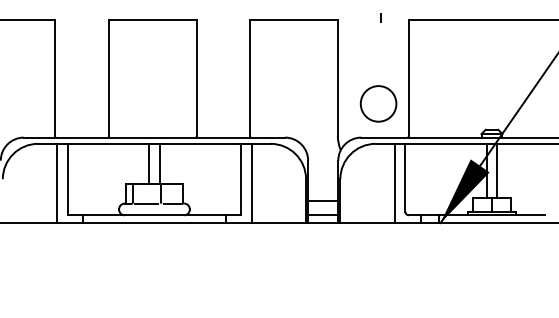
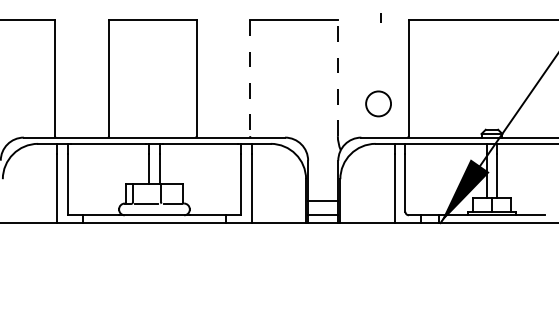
line at (250, 78): solid -> dashed
line at (337, 78): solid -> dashed
circle at (378, 103) size: 39x38 px -> 27x28 px
